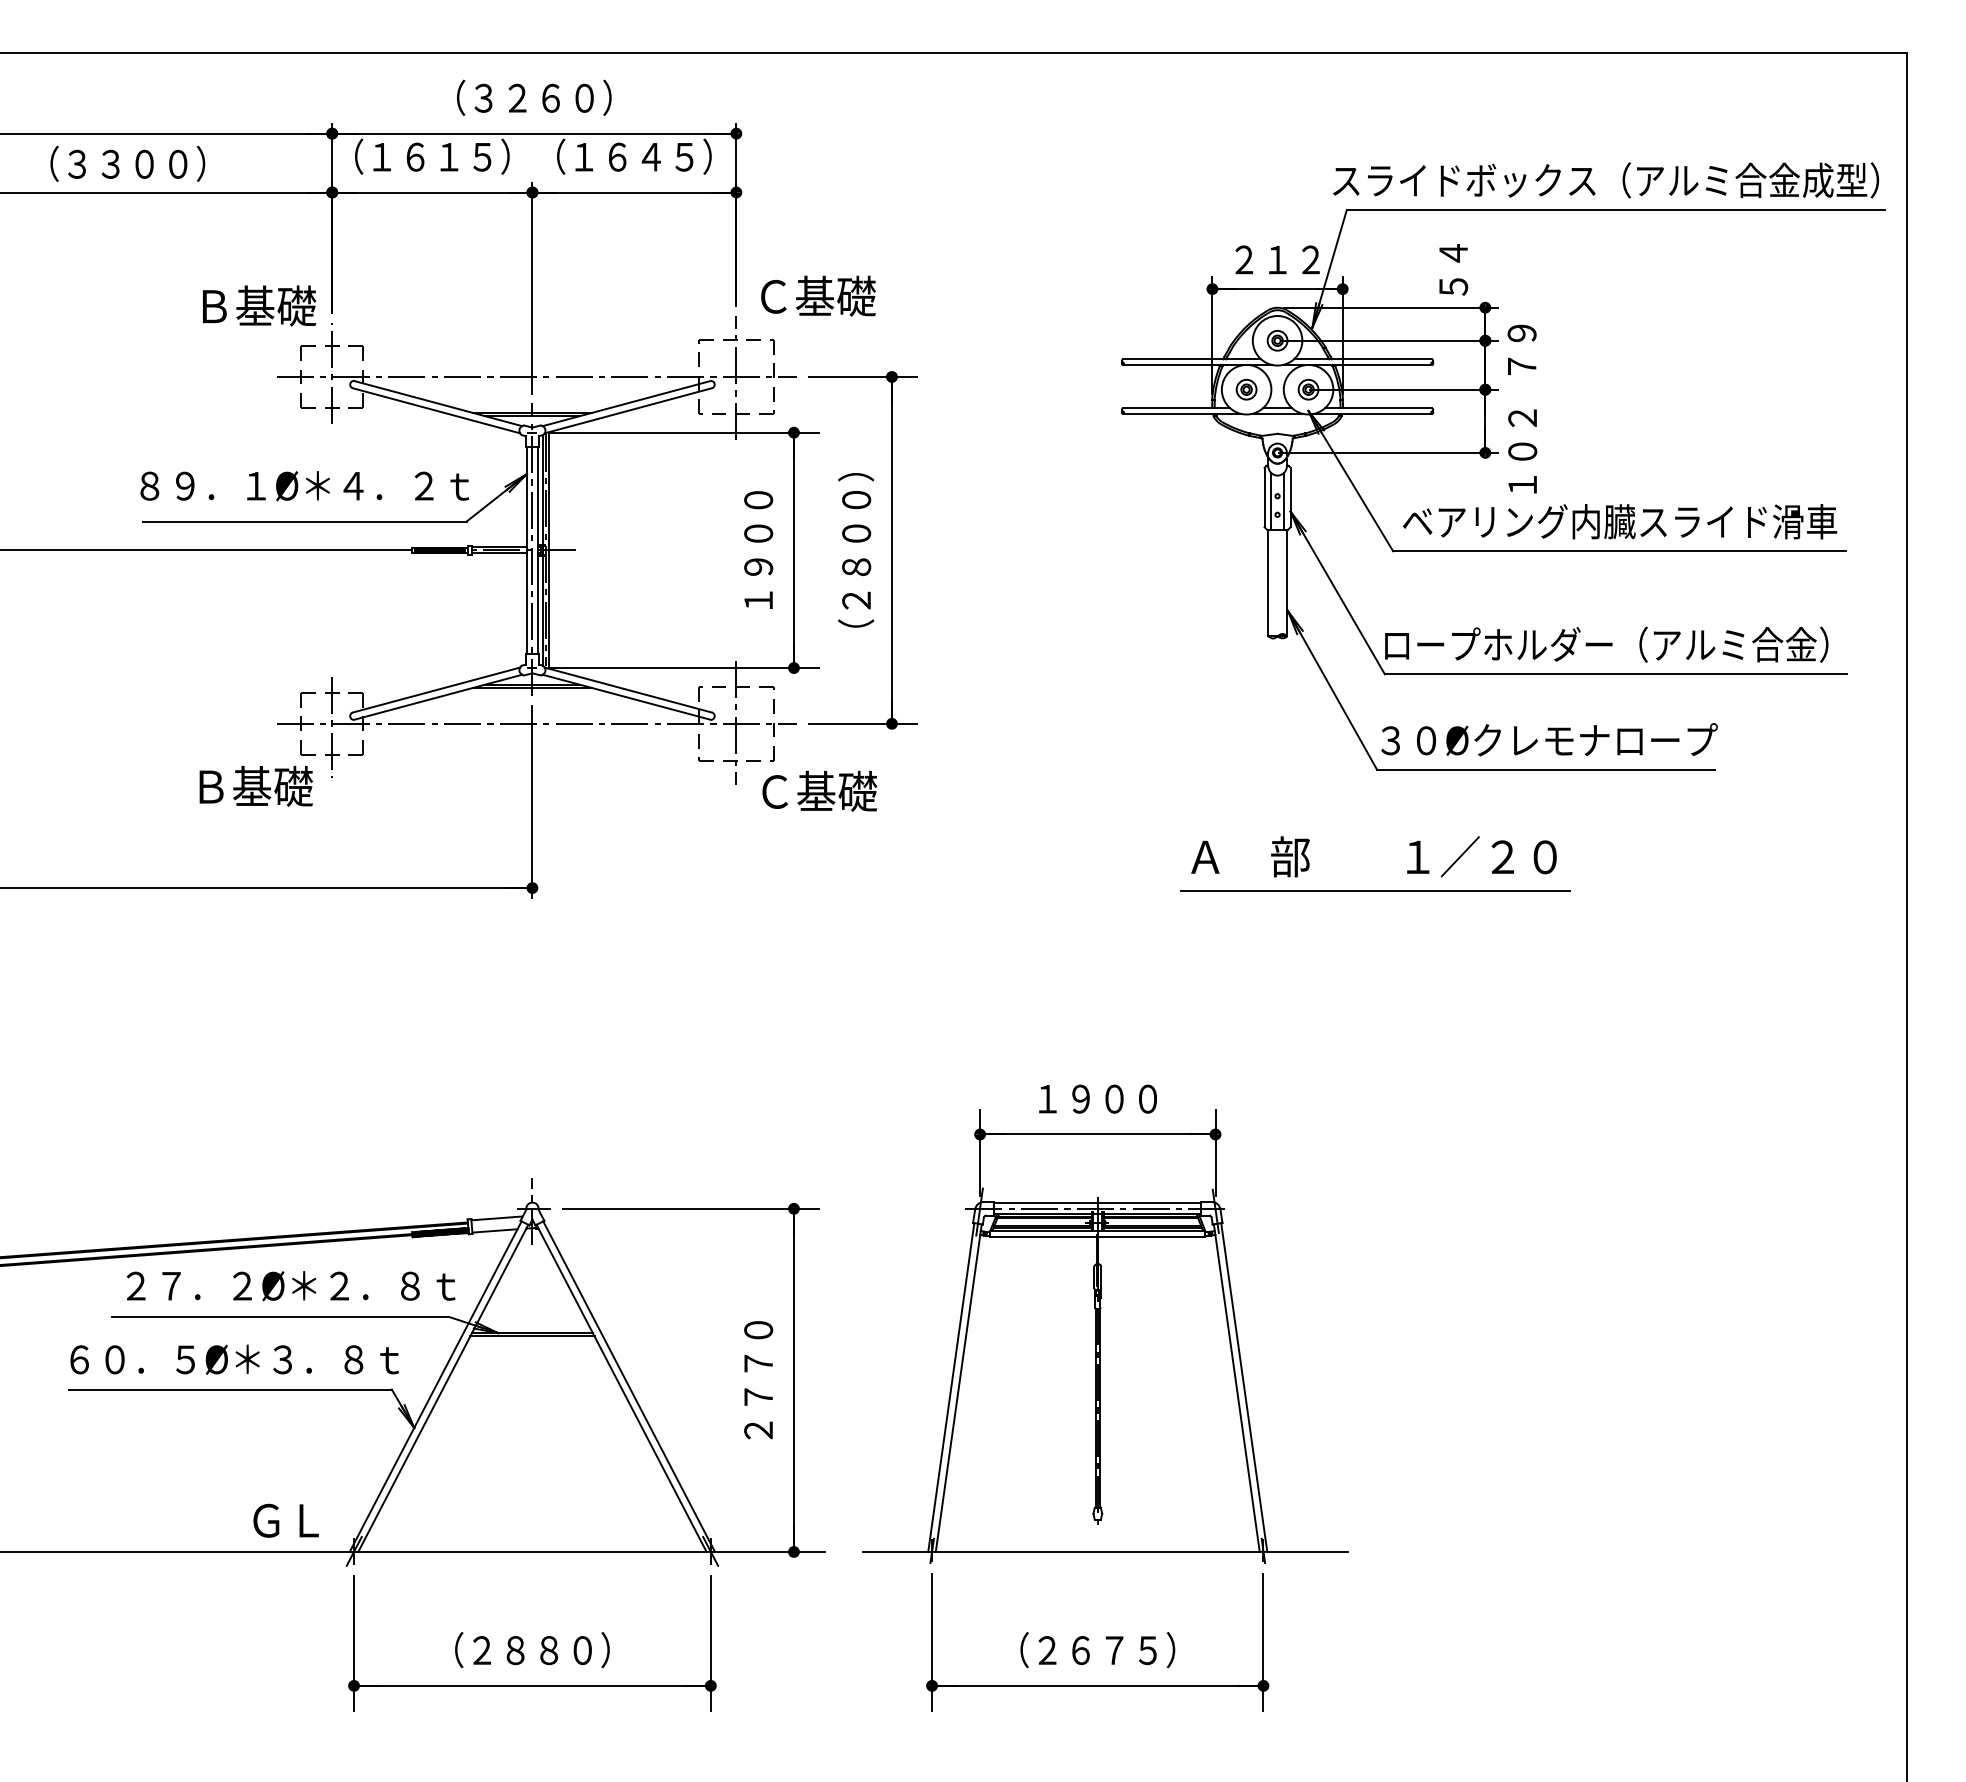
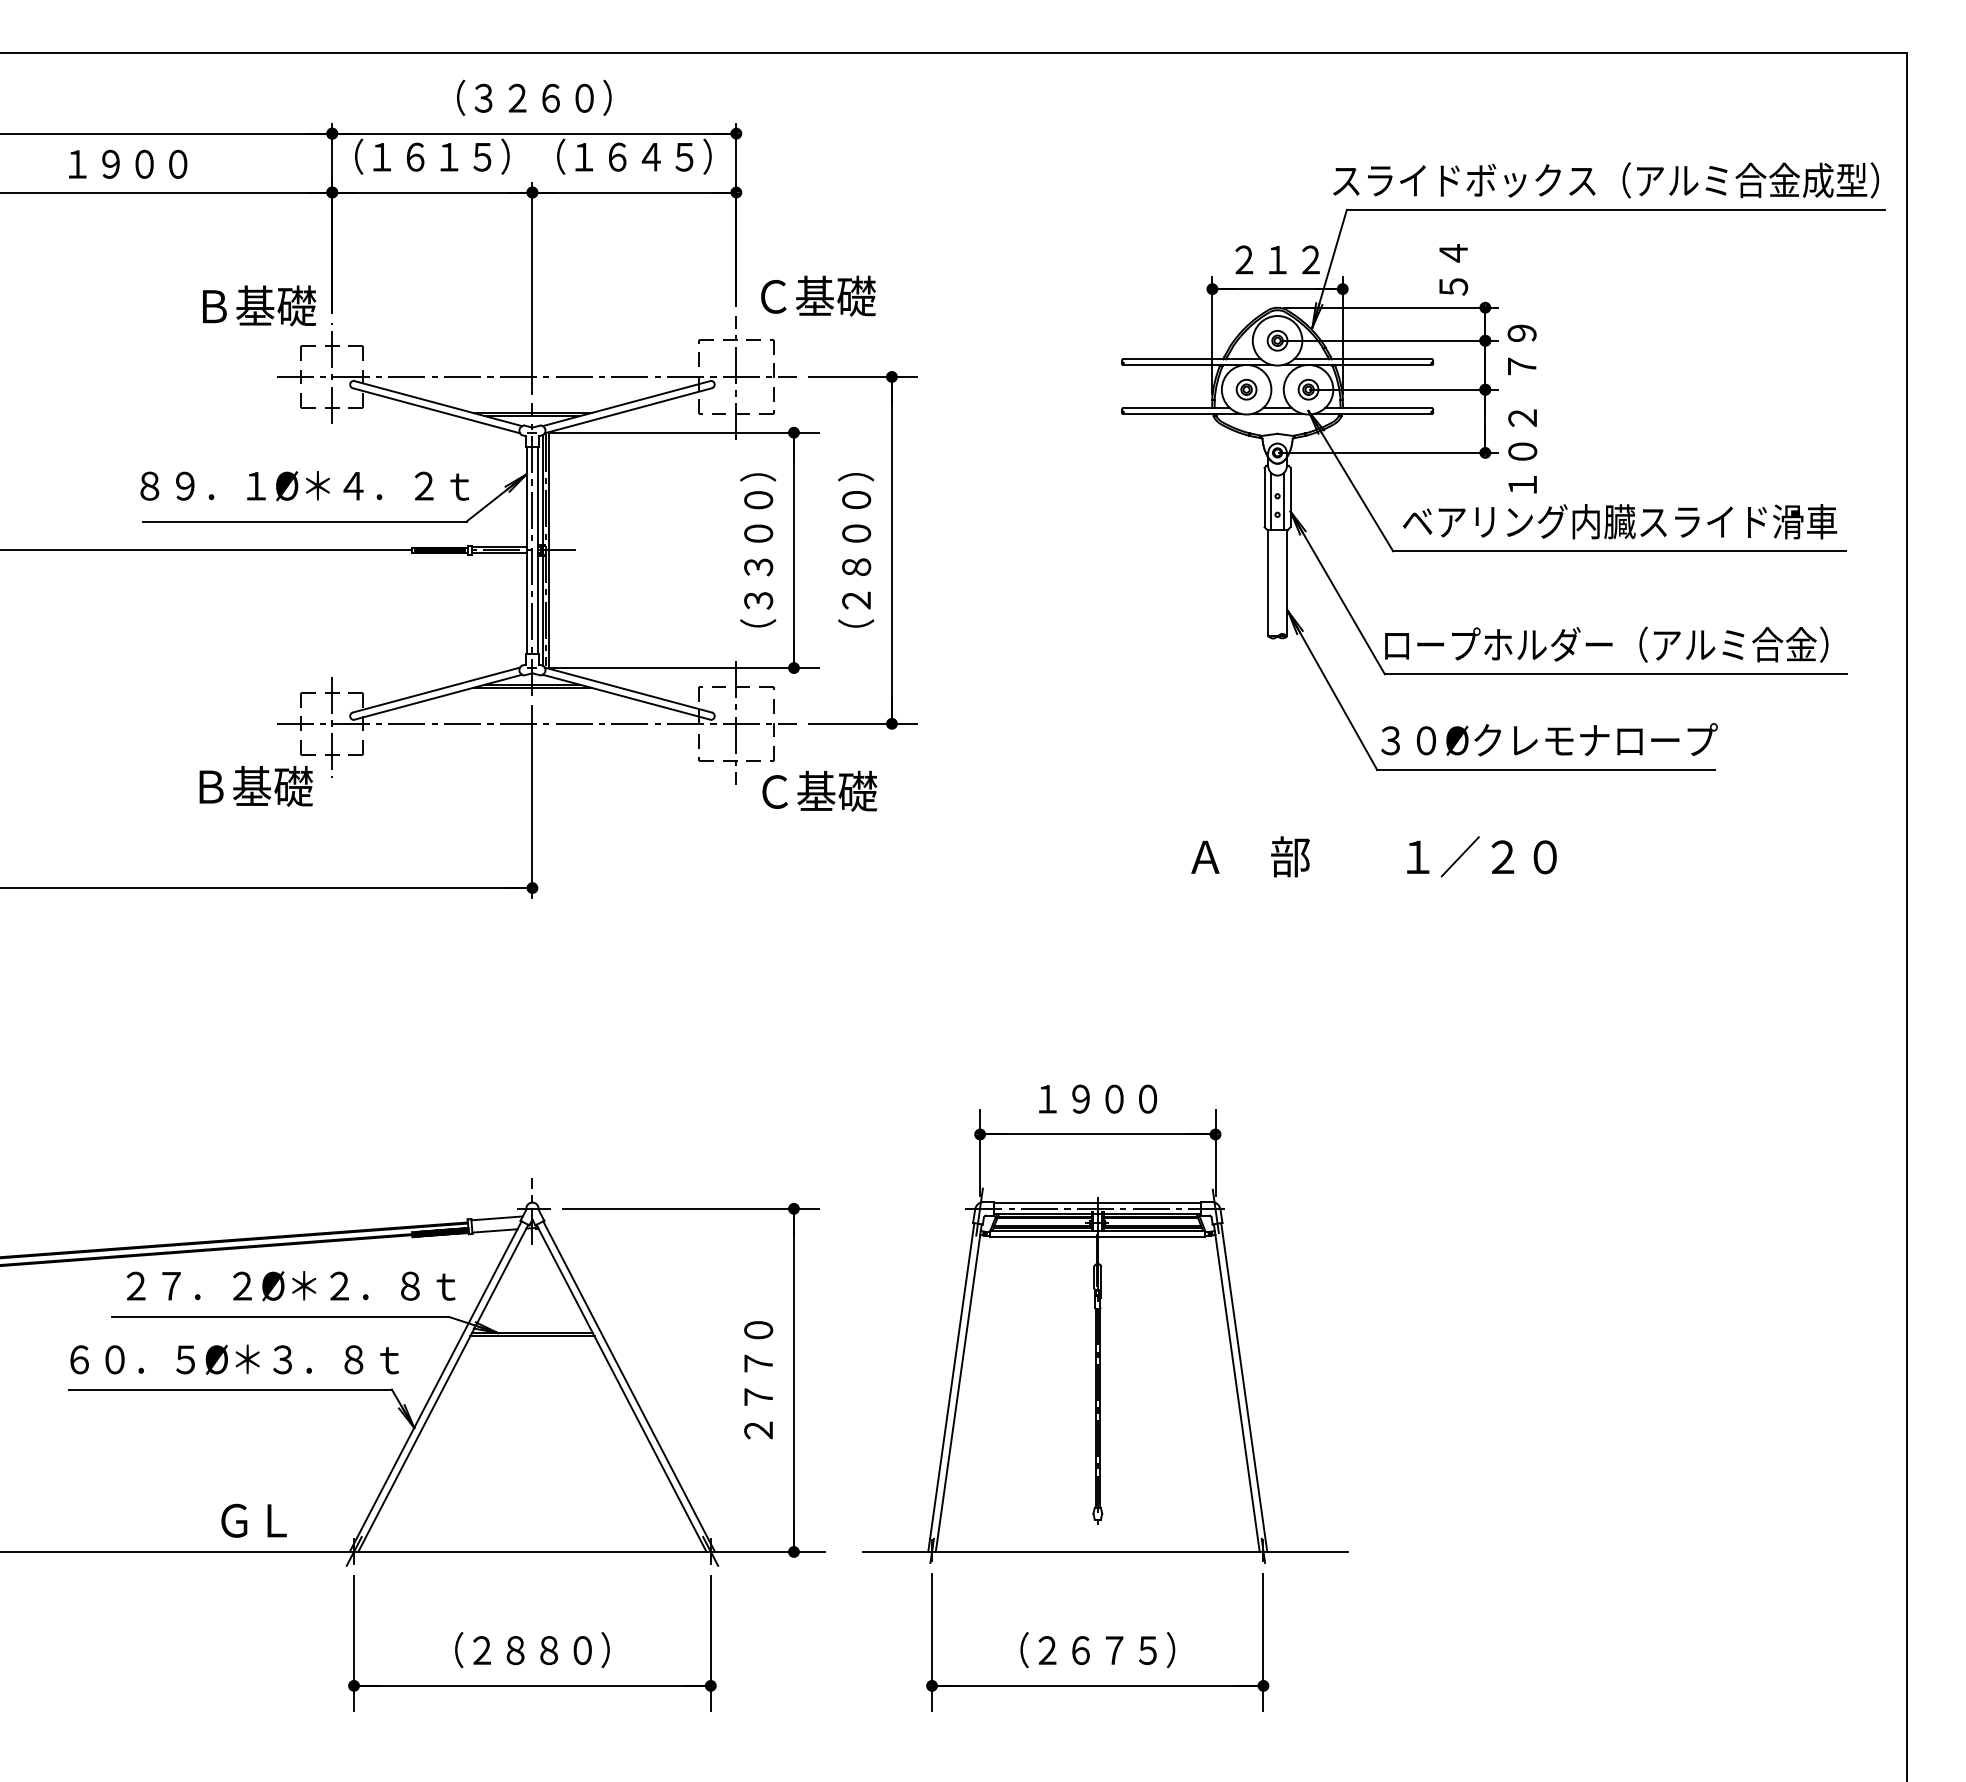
text at (127, 163): （３３００） -> １９００
text at (758, 550): １９００ -> （３３００）
line at (1374, 891): present -> none
text at (285, 1520) position: (285, 1520) -> (253, 1520)
